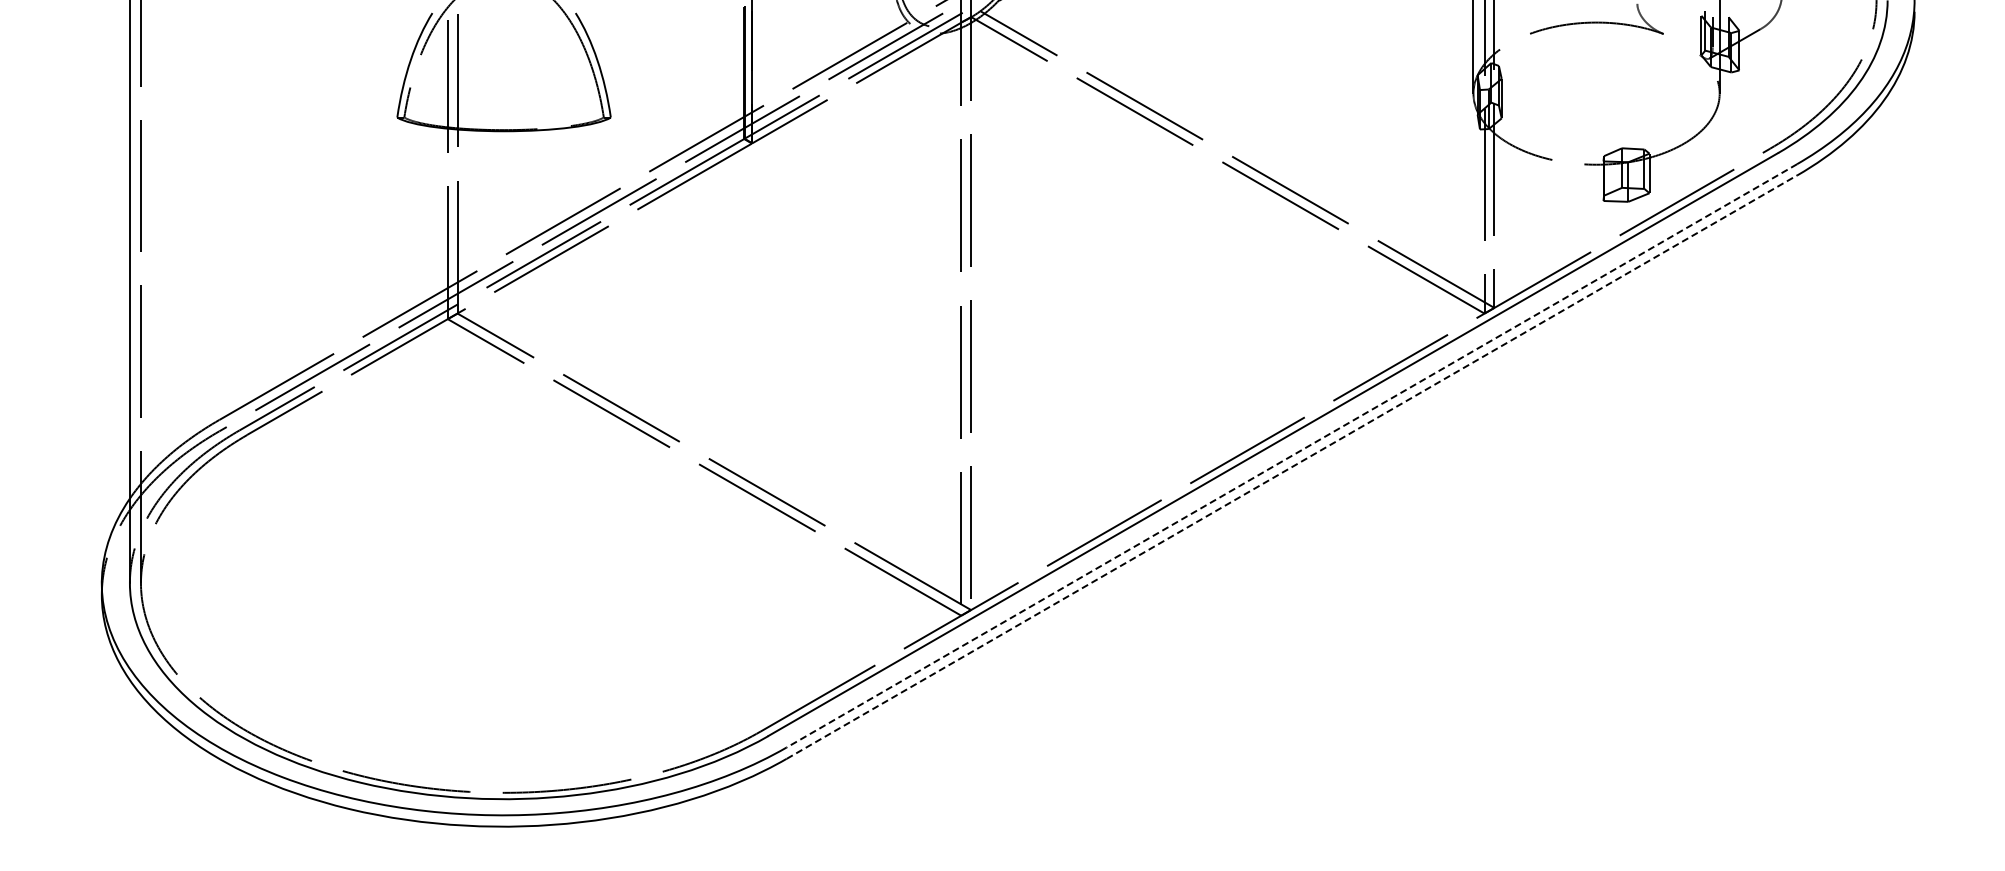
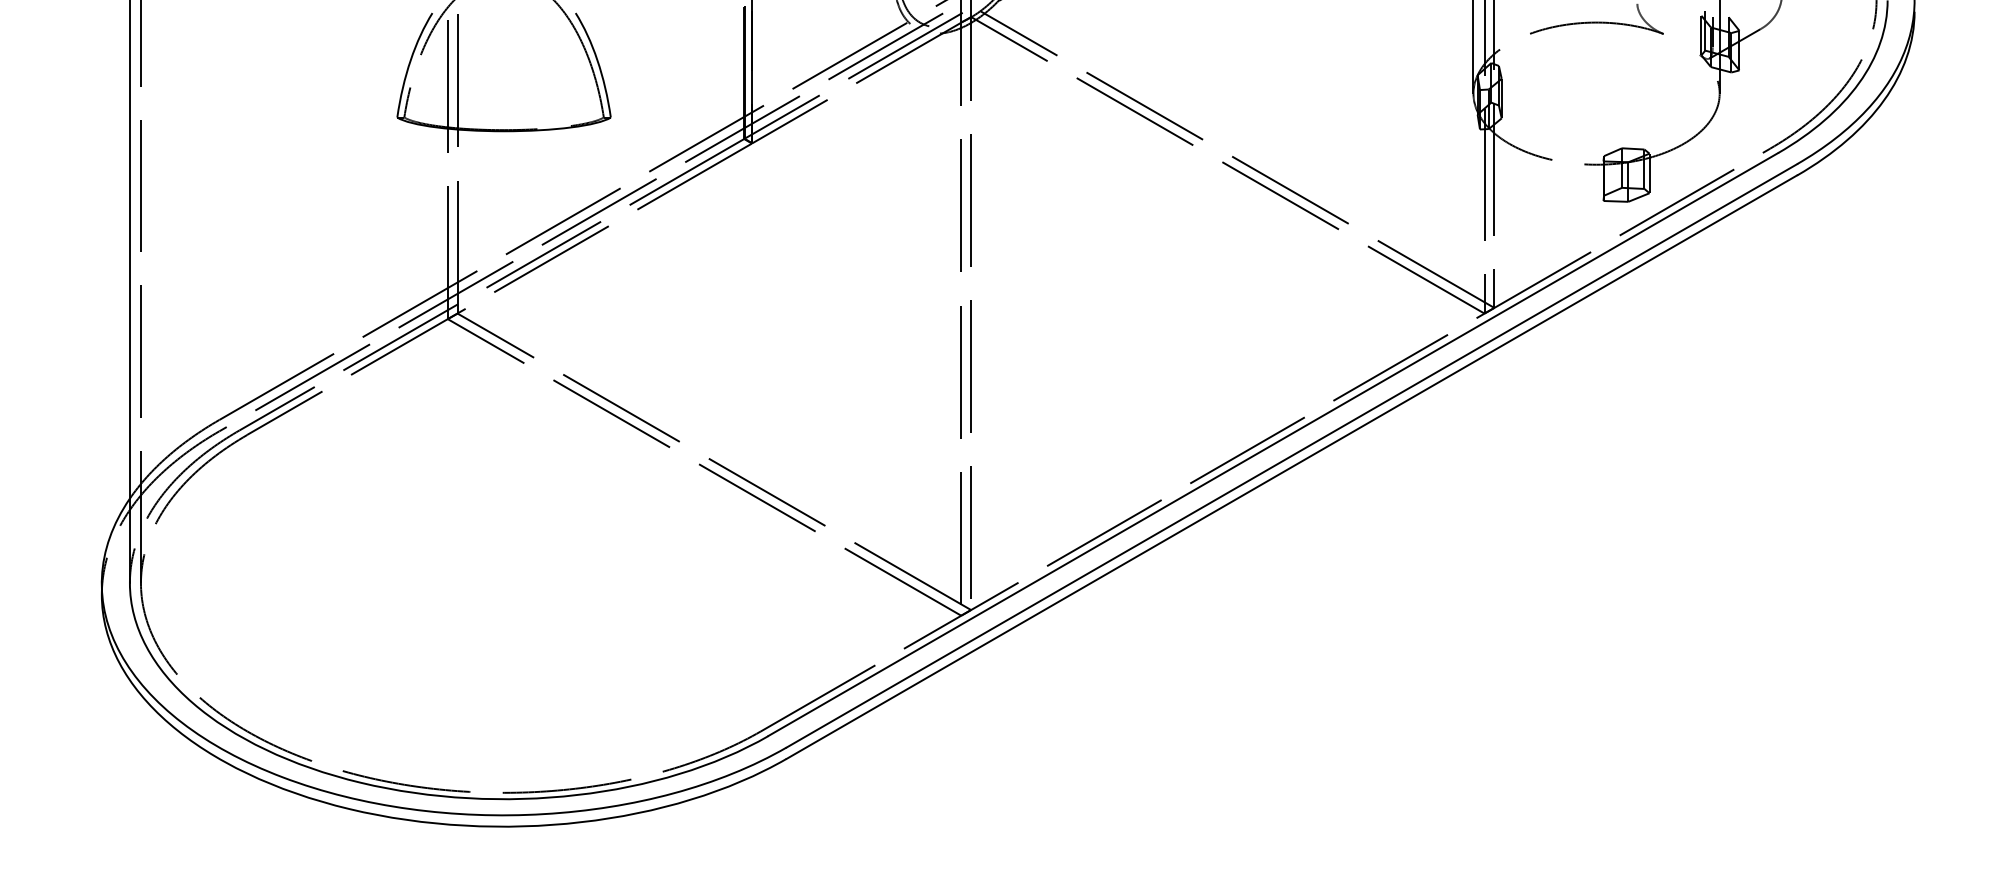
line at (1291, 456): dashed -> solid
line at (1292, 466): dashed -> solid
